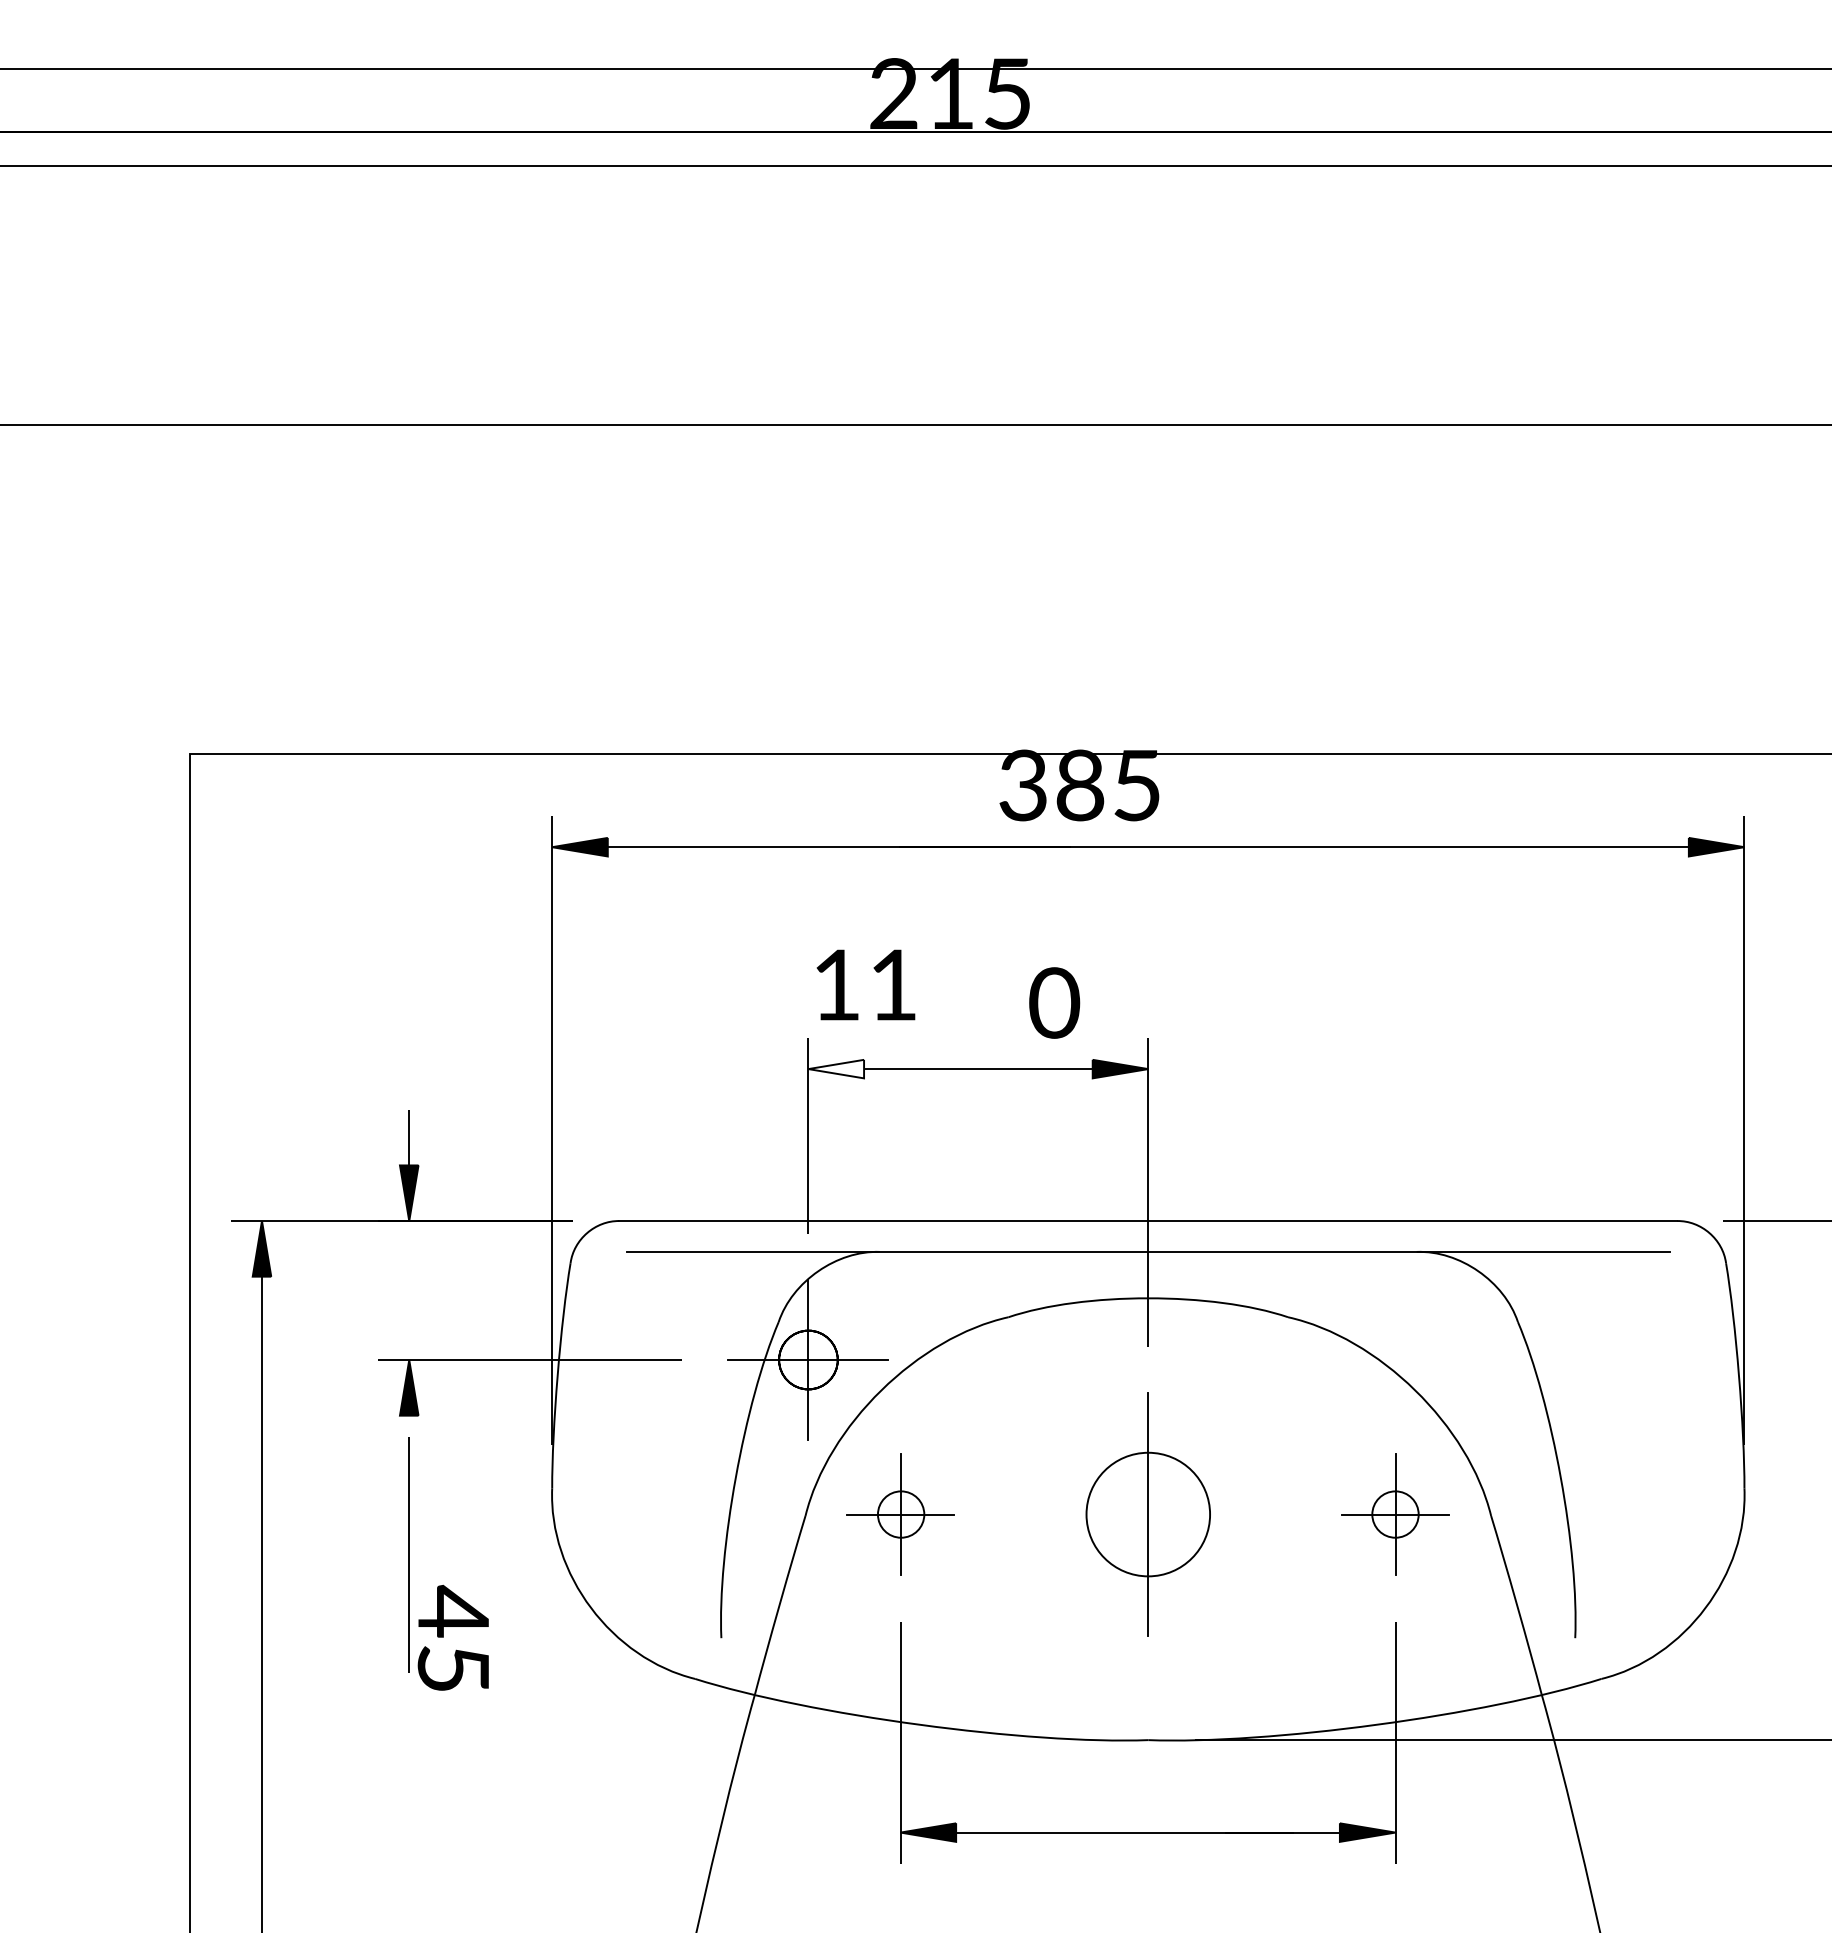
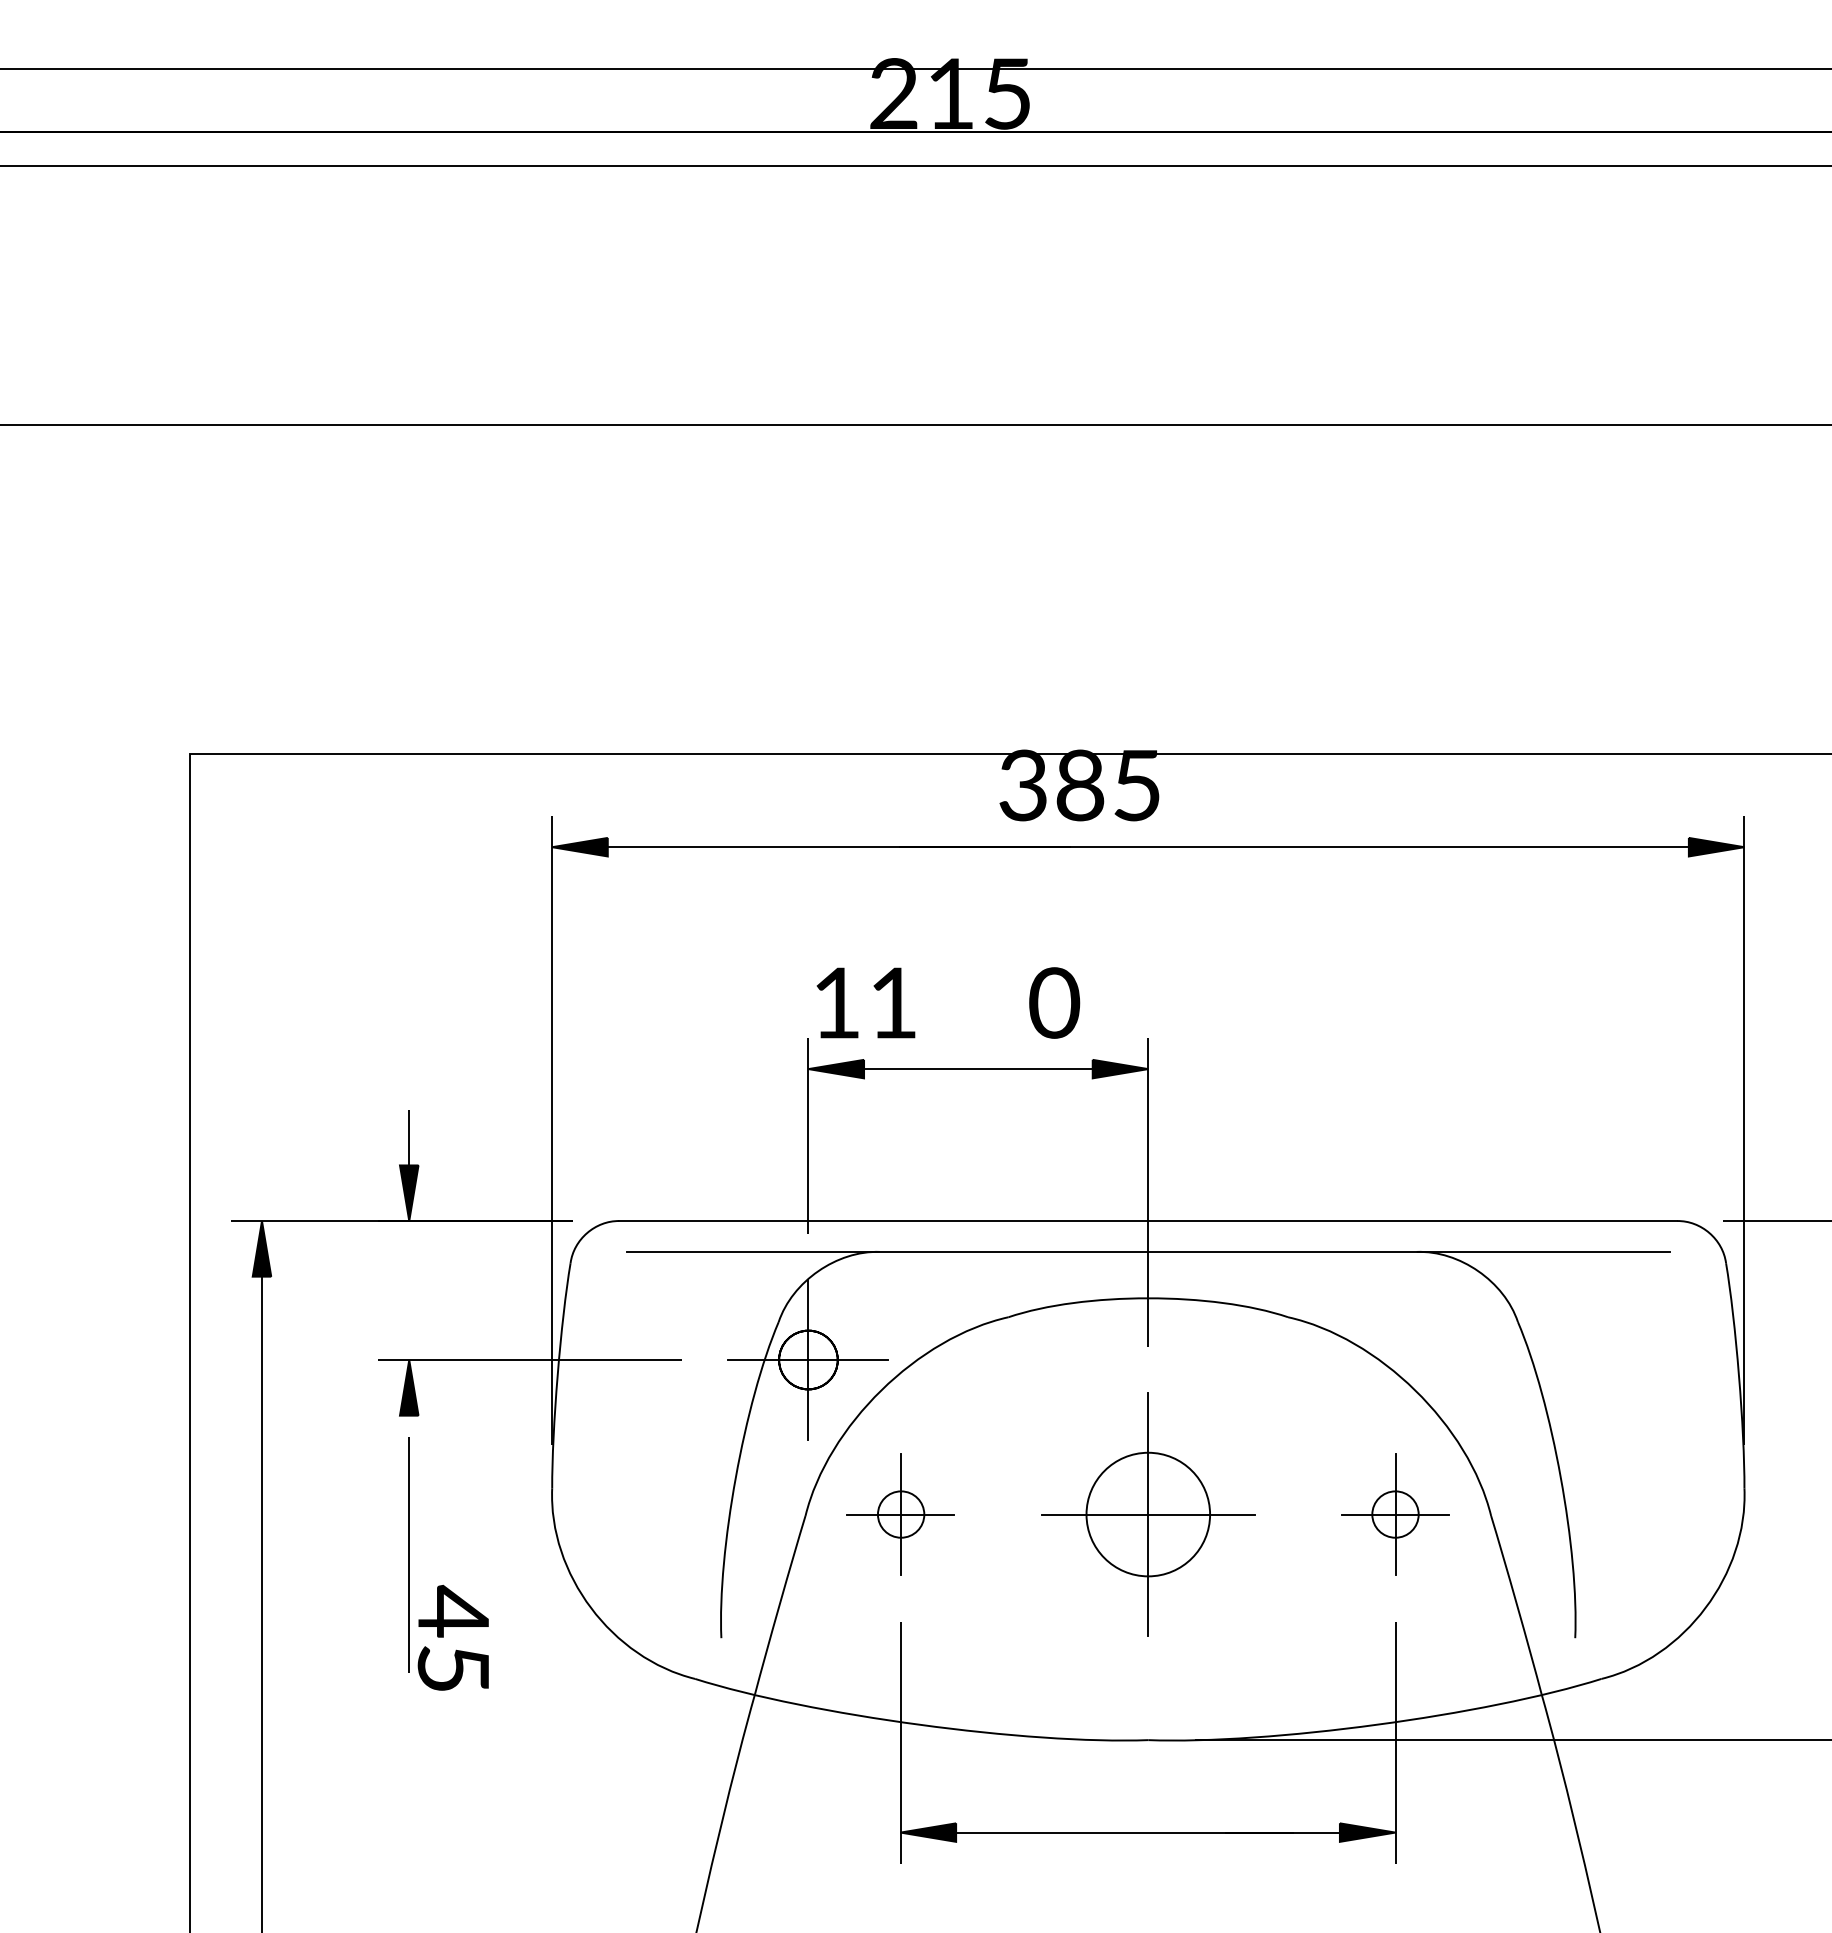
text at (865, 984) position: (865, 984) -> (865, 1002)
fill at (836, 1068): none -> present
line at (1147, 1514): none -> present
